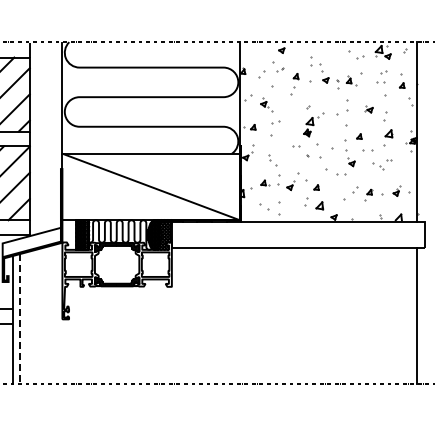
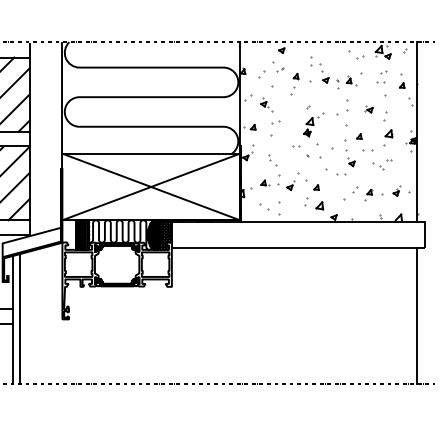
line at (150, 186): none -> present
line at (20, 318): dashed -> solid
